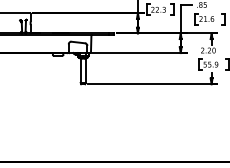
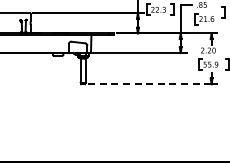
part at (223, 19) position: (223, 19) -> (223, 12)
line at (152, 84): solid -> dashed
